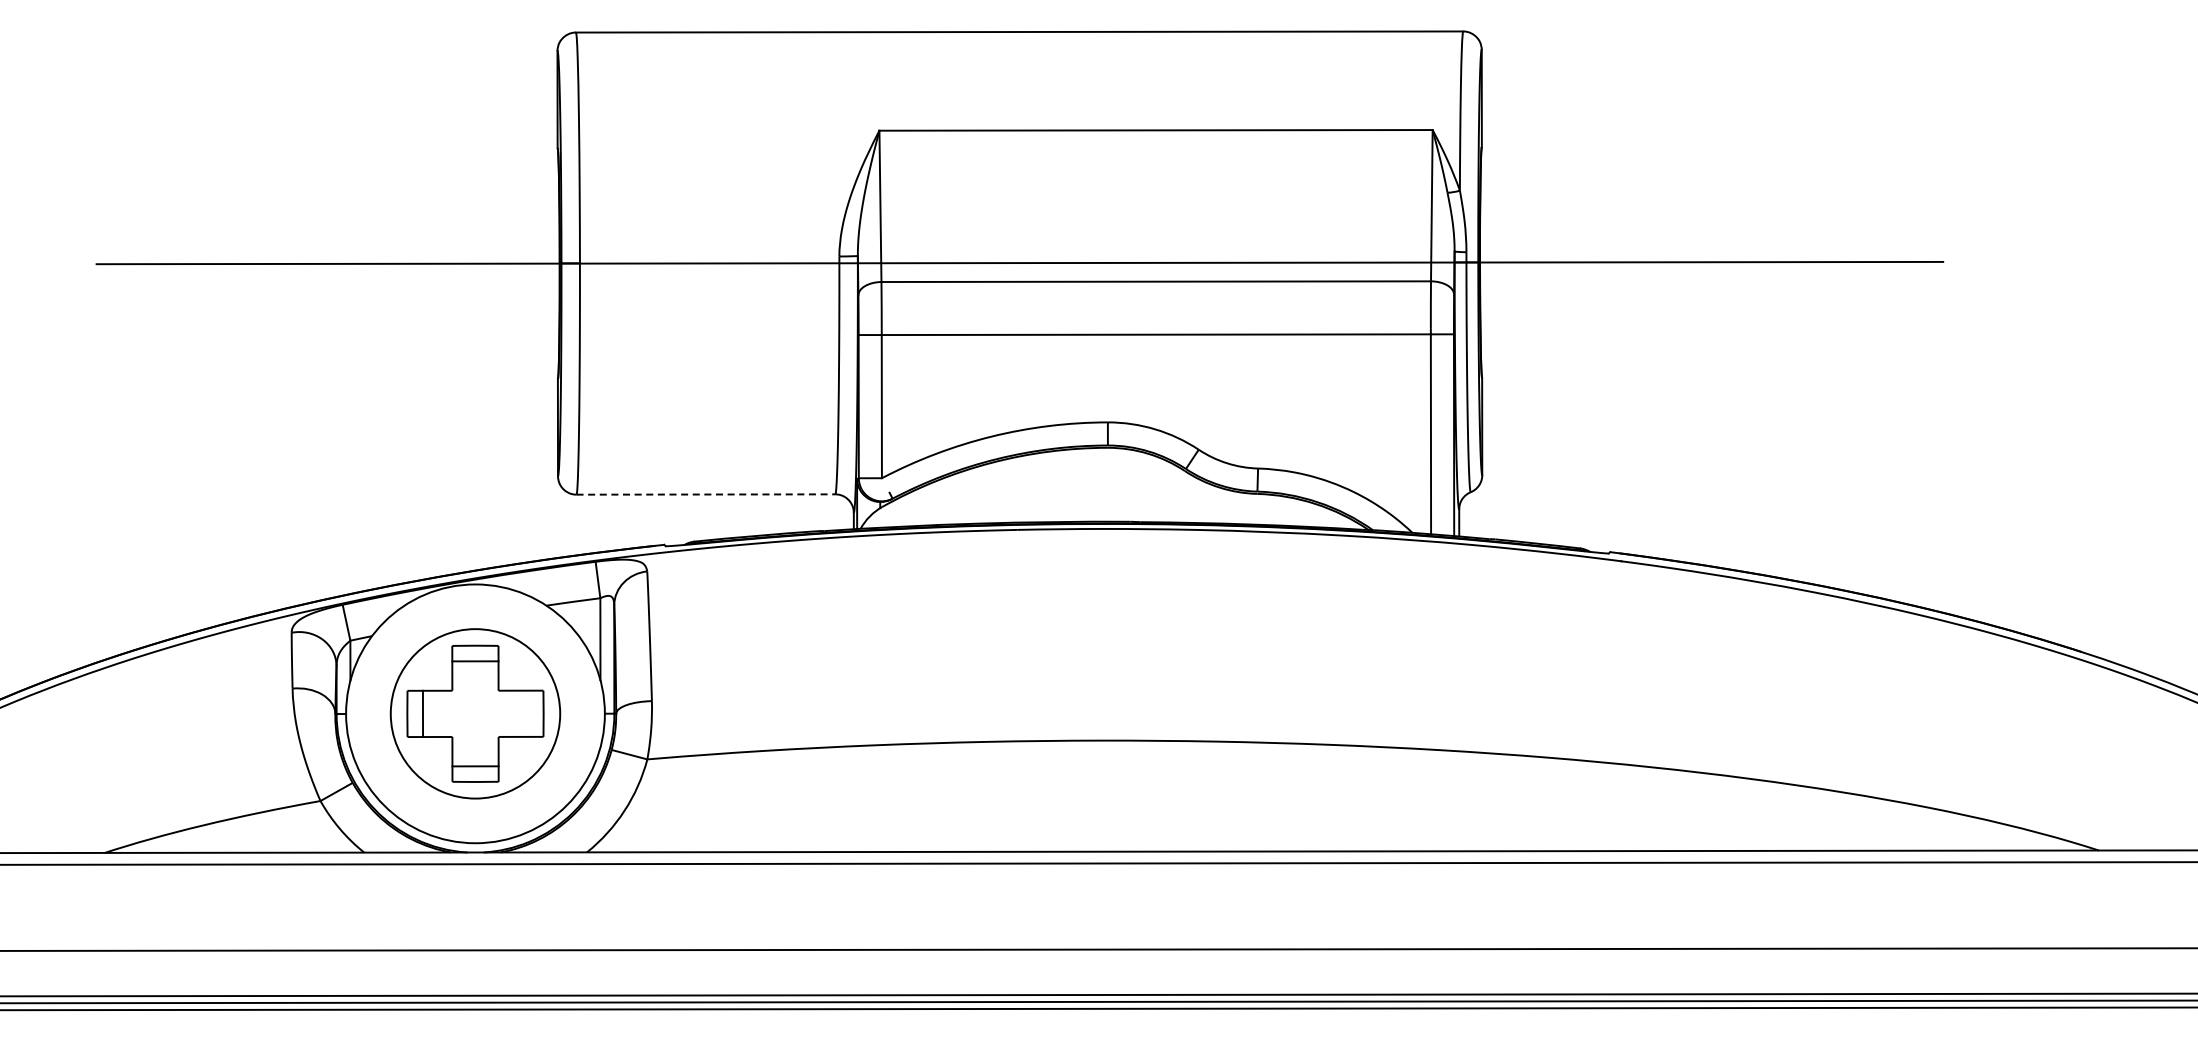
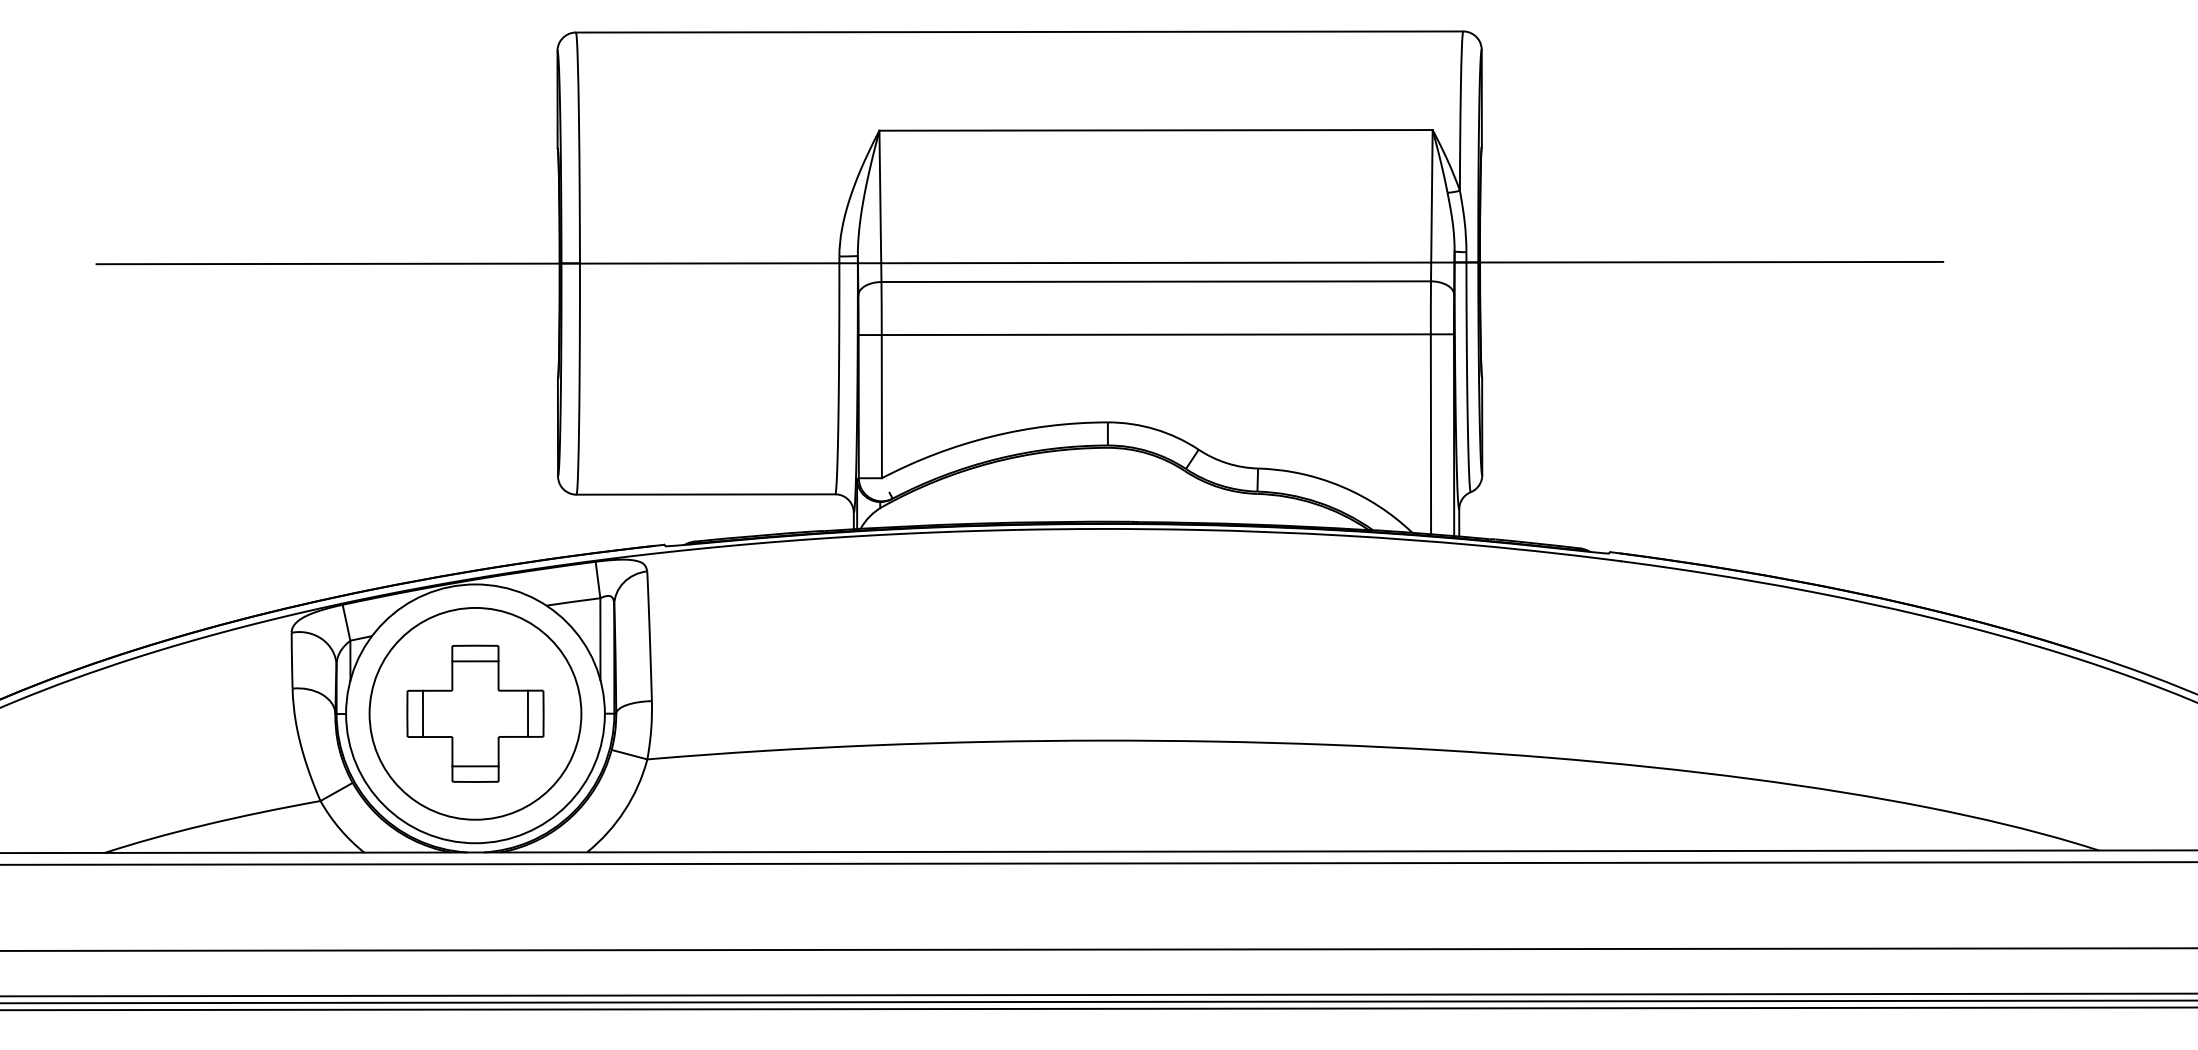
line at (706, 494): dashed -> solid
circle at (475, 713) diameter: 169 px -> 212 px
line at (527, 713): none -> present
